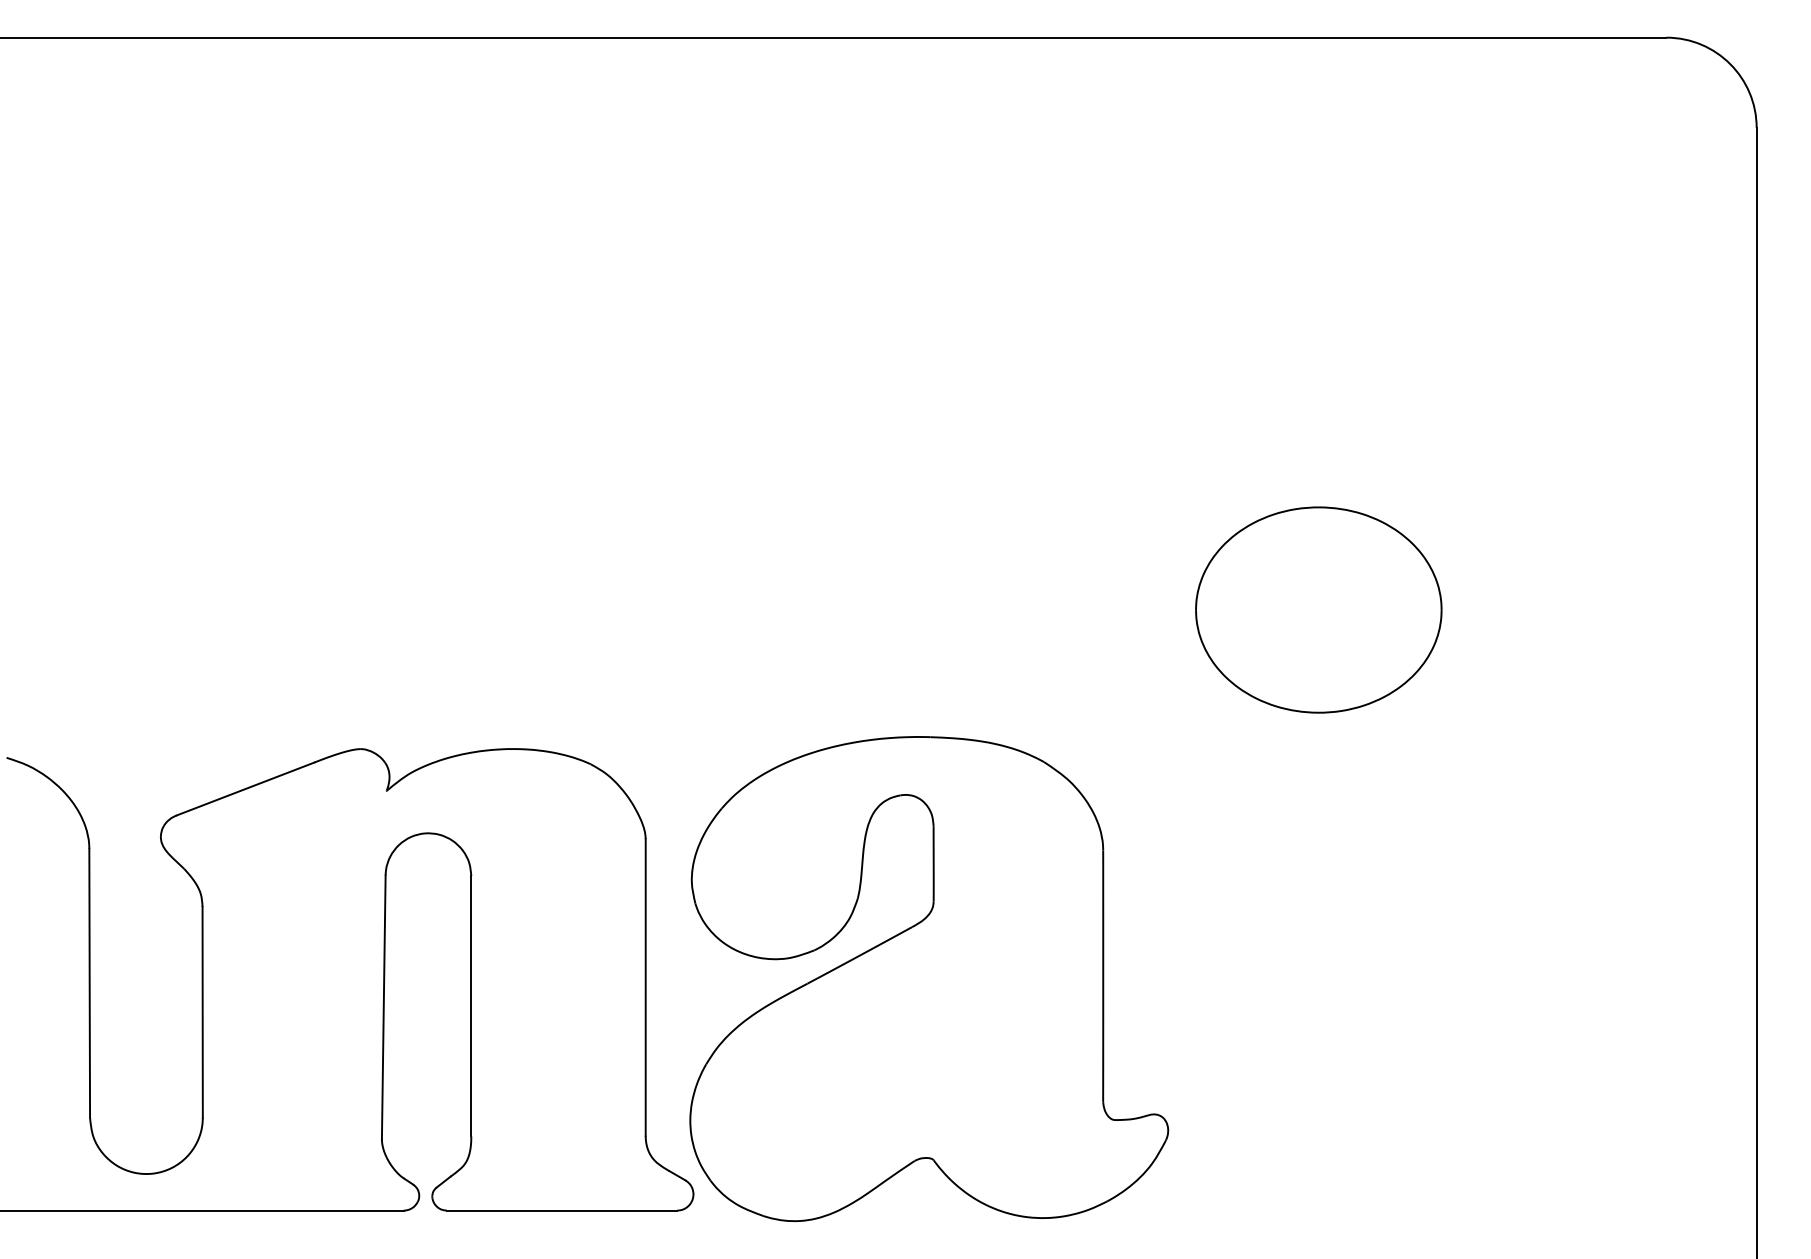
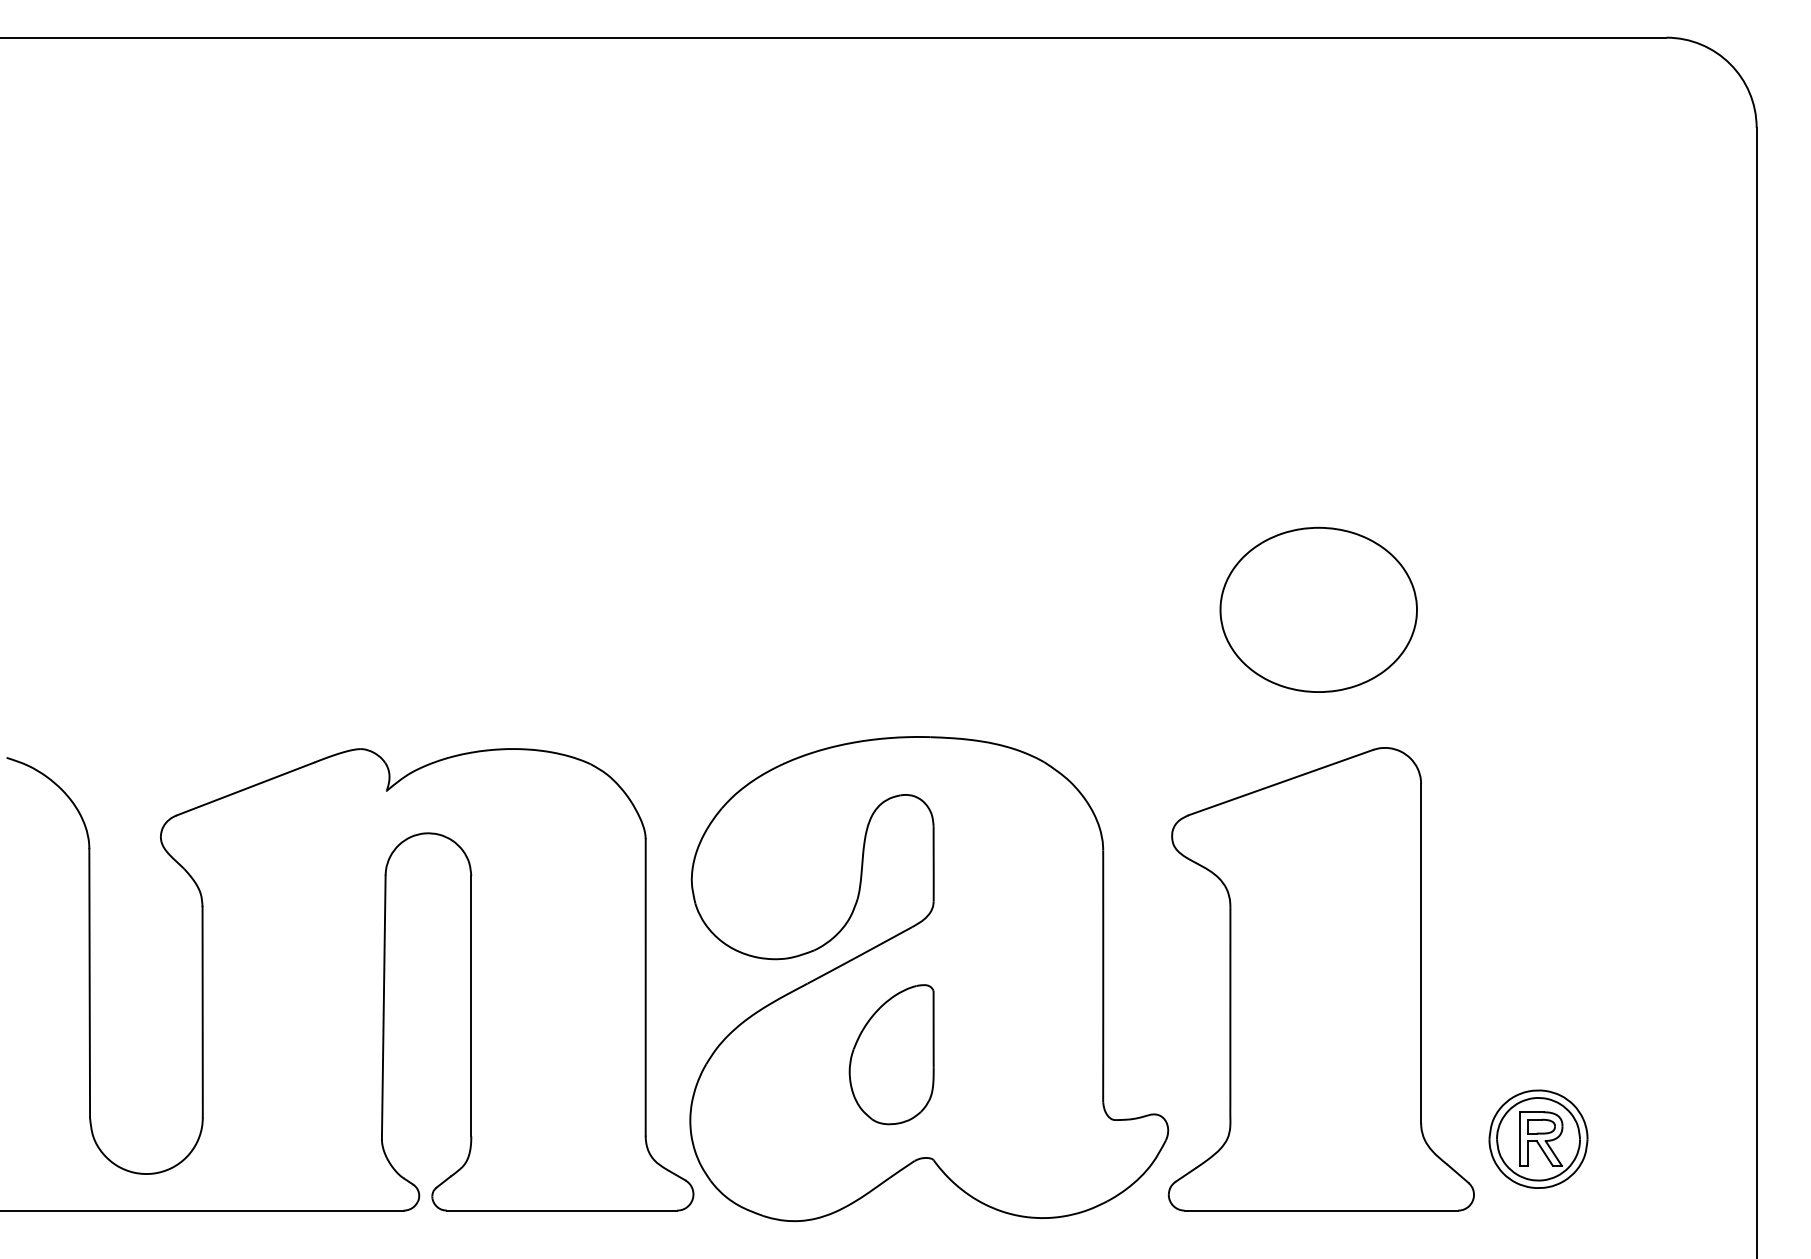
part at (1318, 609) size: 248x208 px -> 199x167 px
part at (1320, 979): none -> present
part at (891, 1054): none -> present
part at (1538, 1138): none -> present
